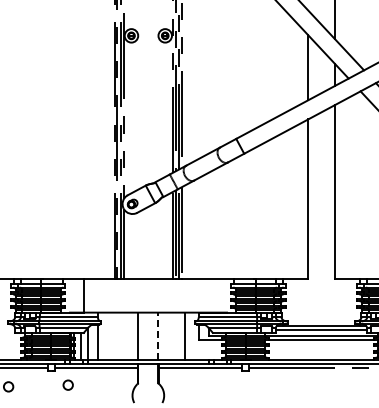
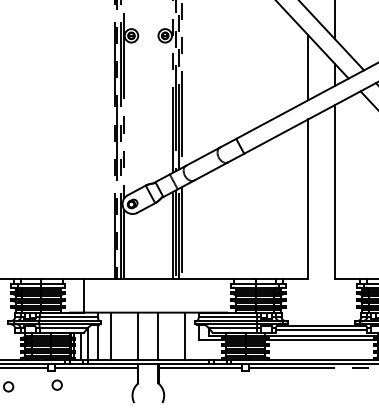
line at (111, 335): none -> present
line at (158, 336): dashed -> solid
circle at (67, 384) position: (67, 384) -> (56, 384)
